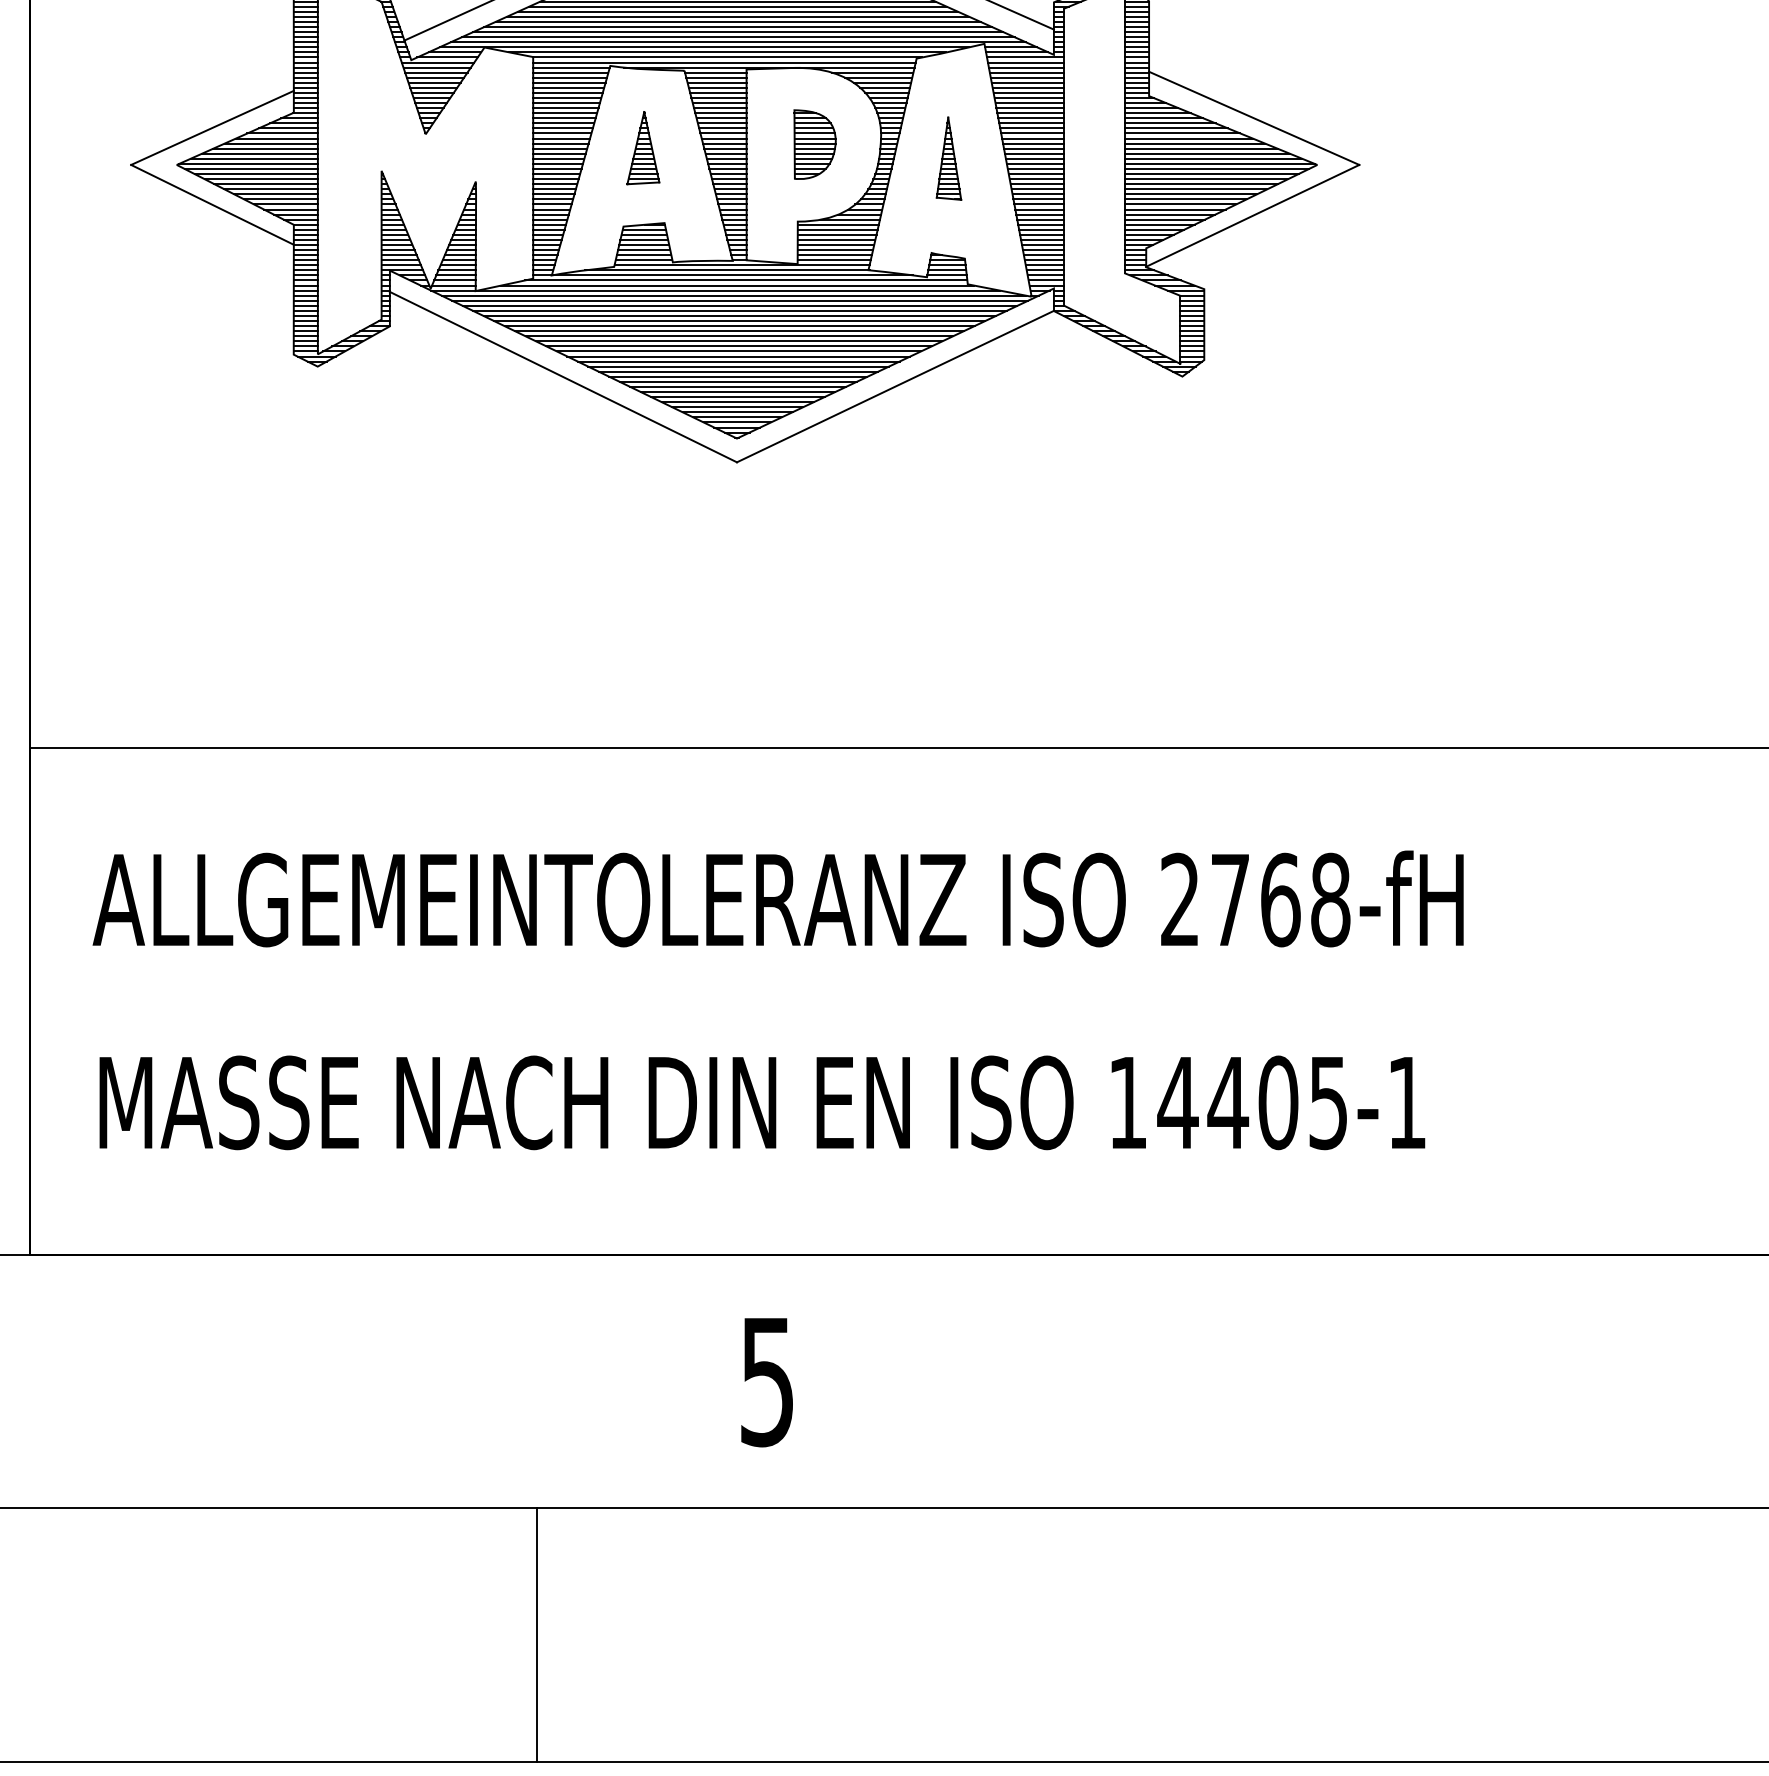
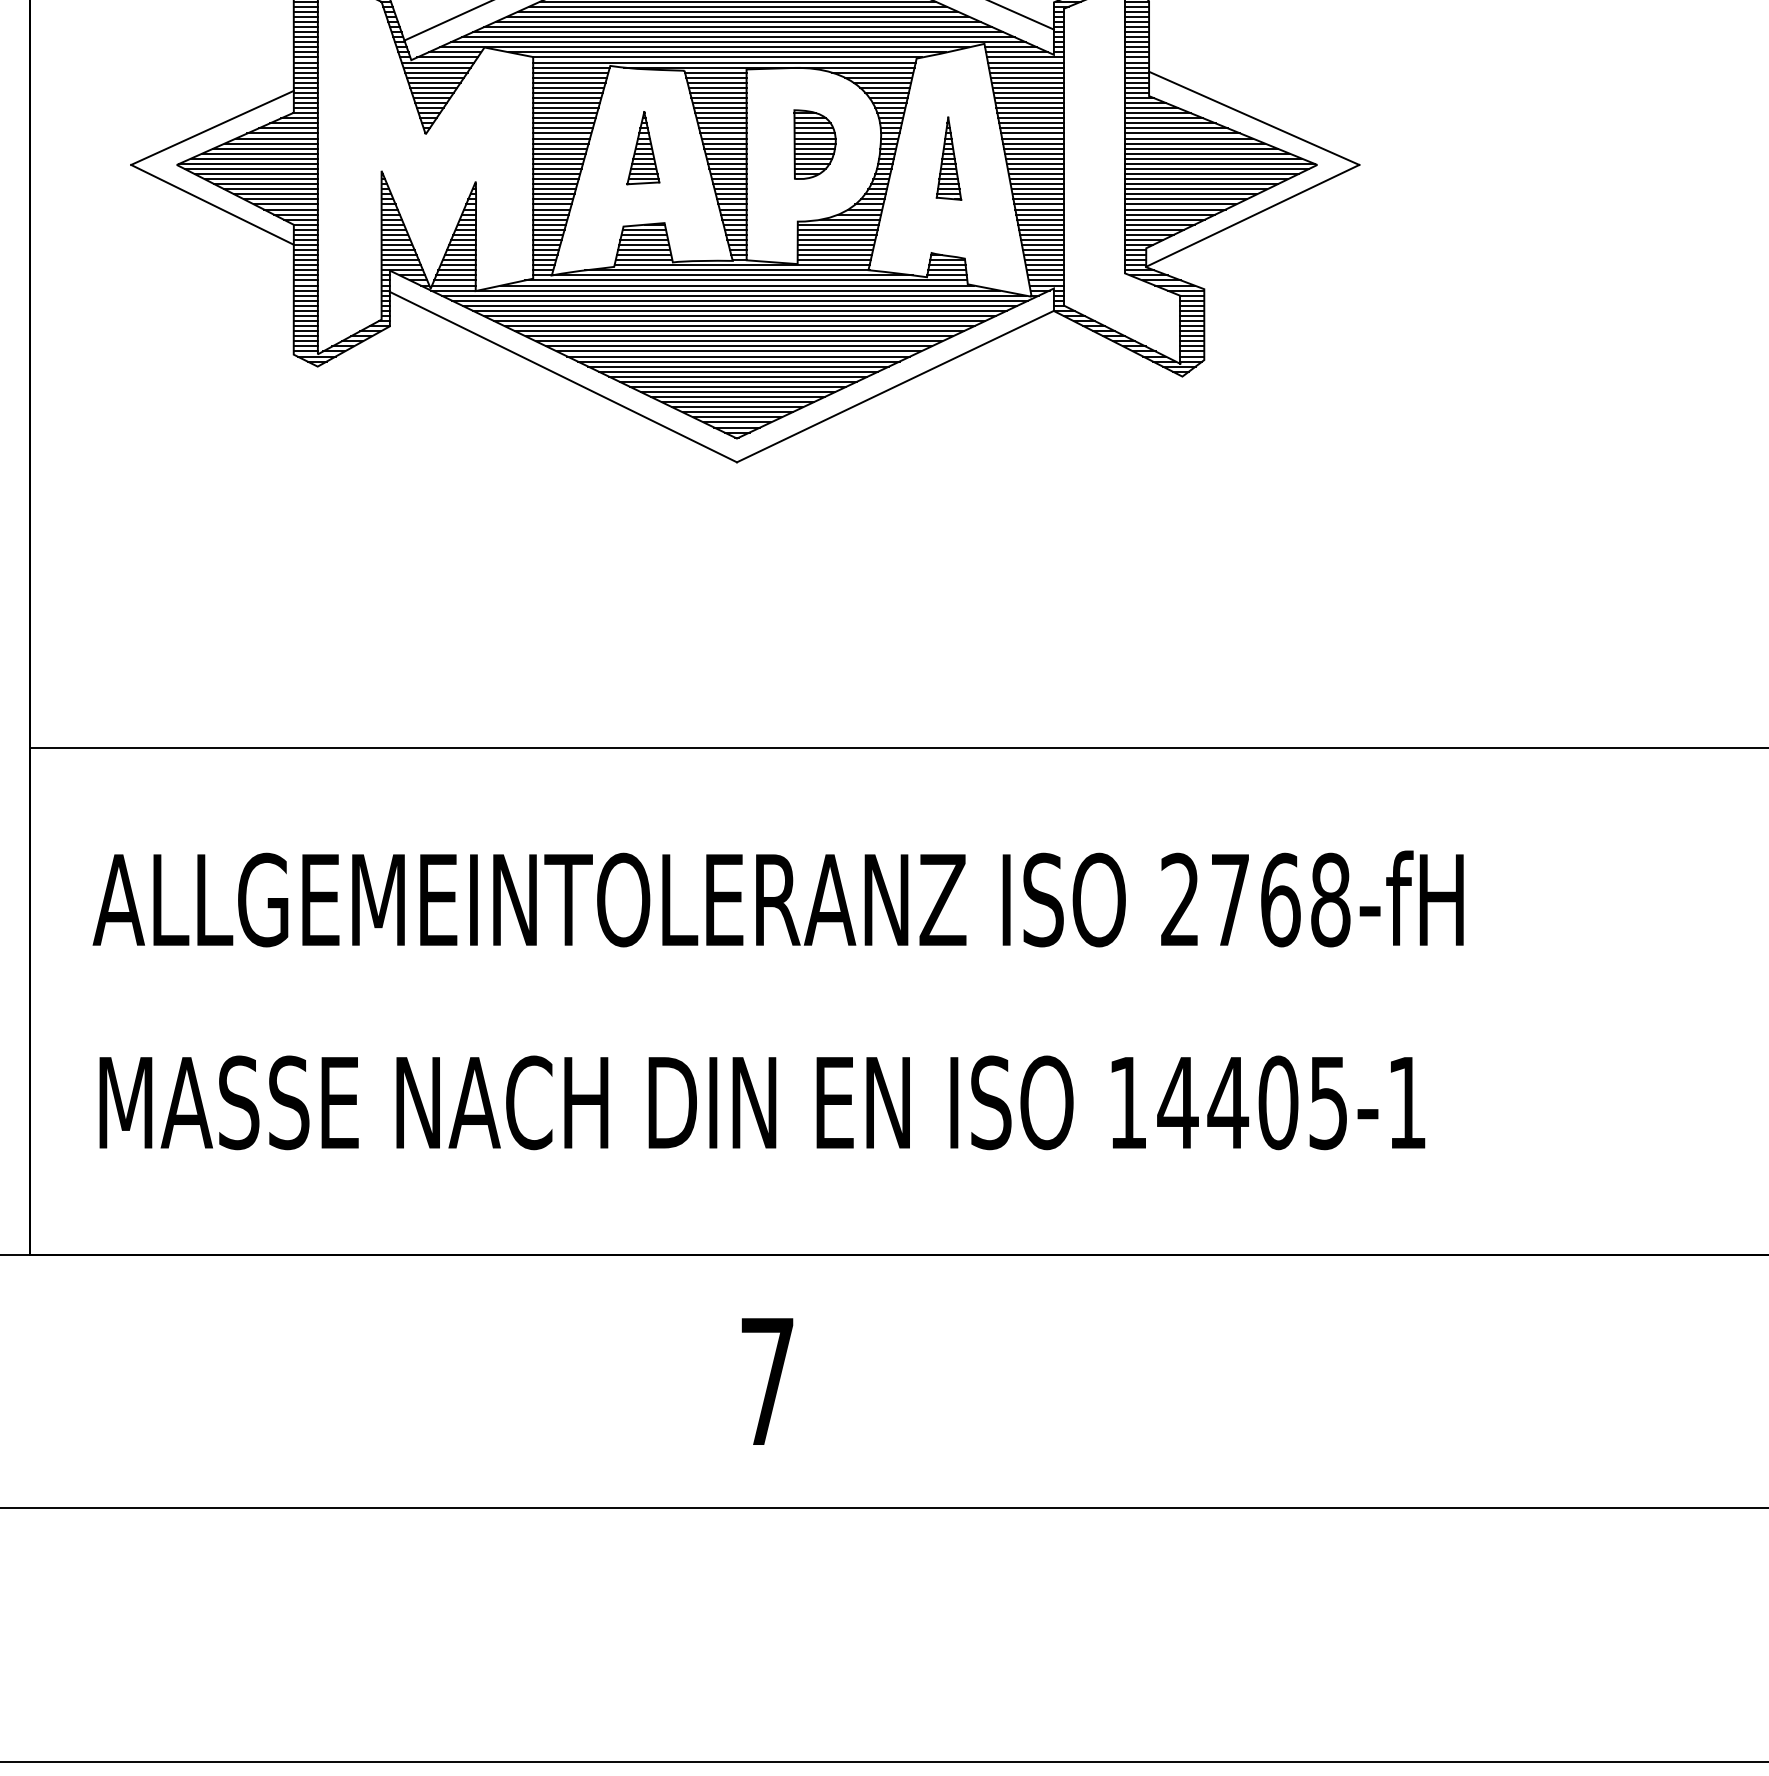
text at (767, 1382): 5 -> 7
line at (536, 1634): present -> none
